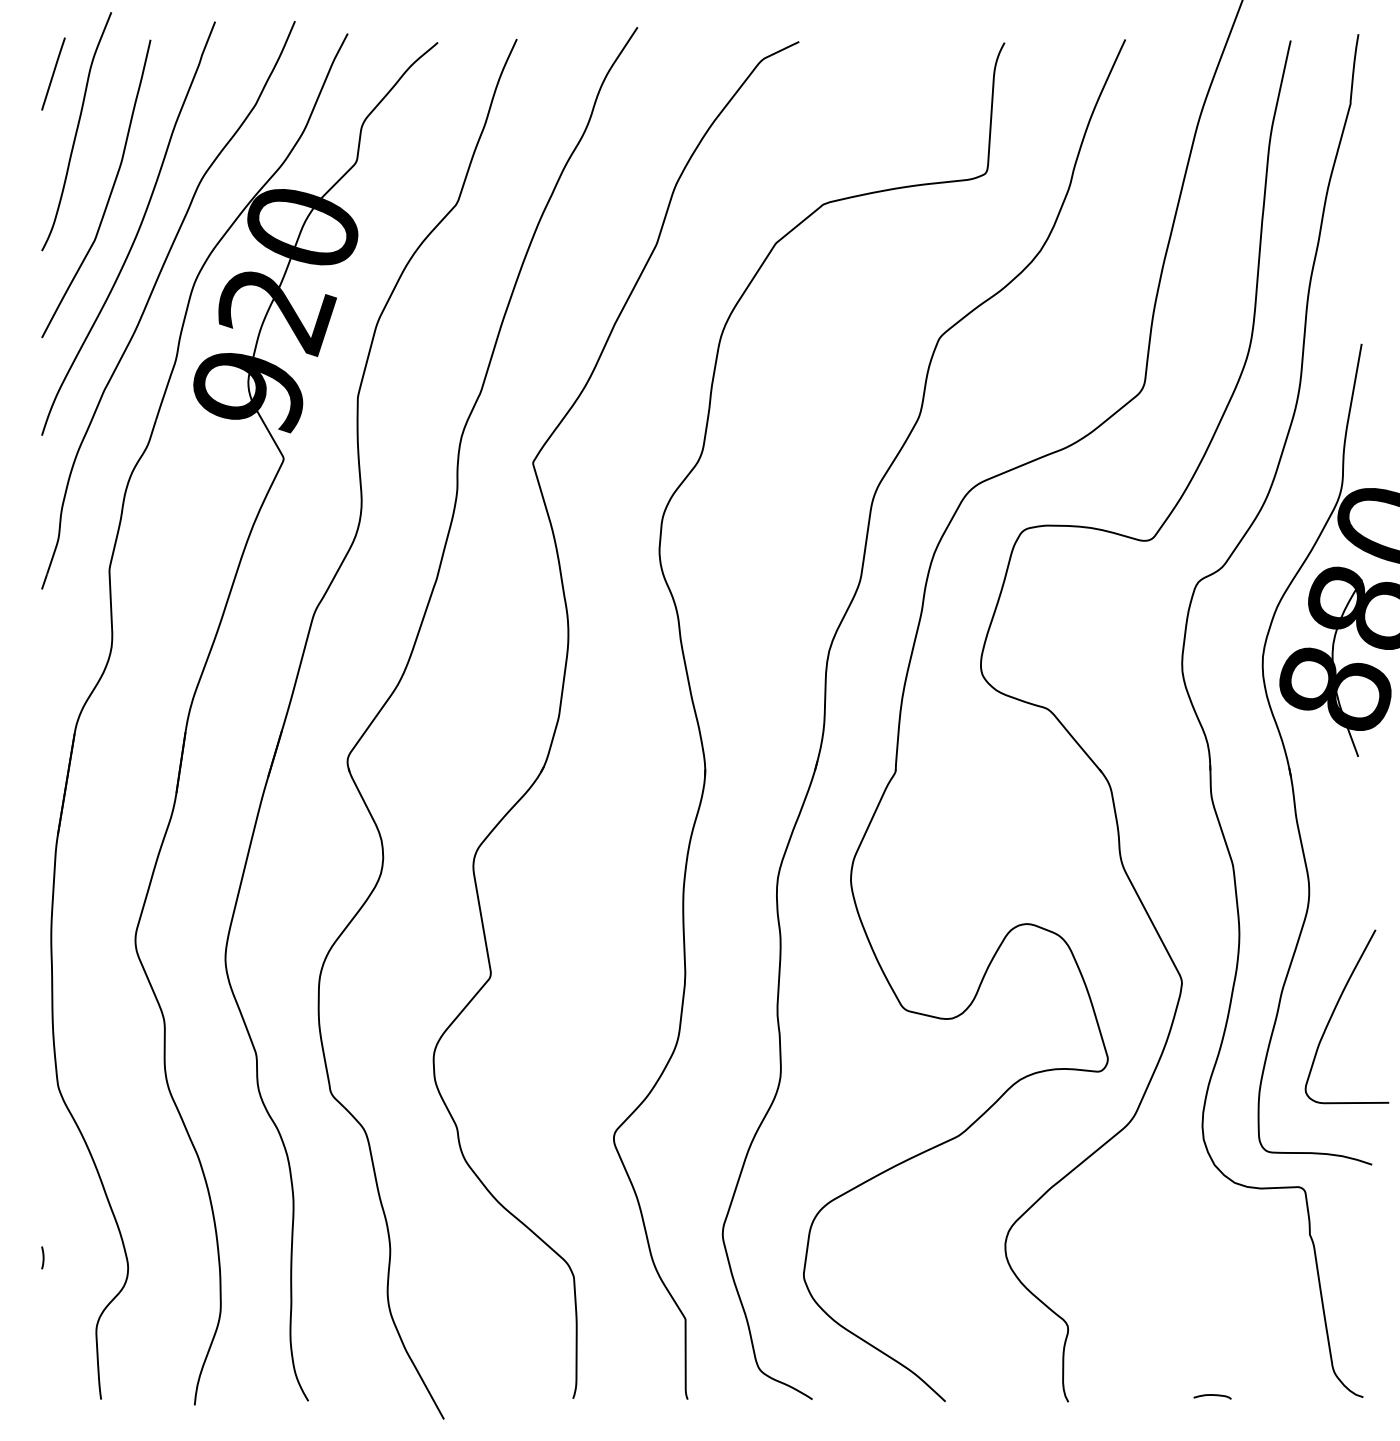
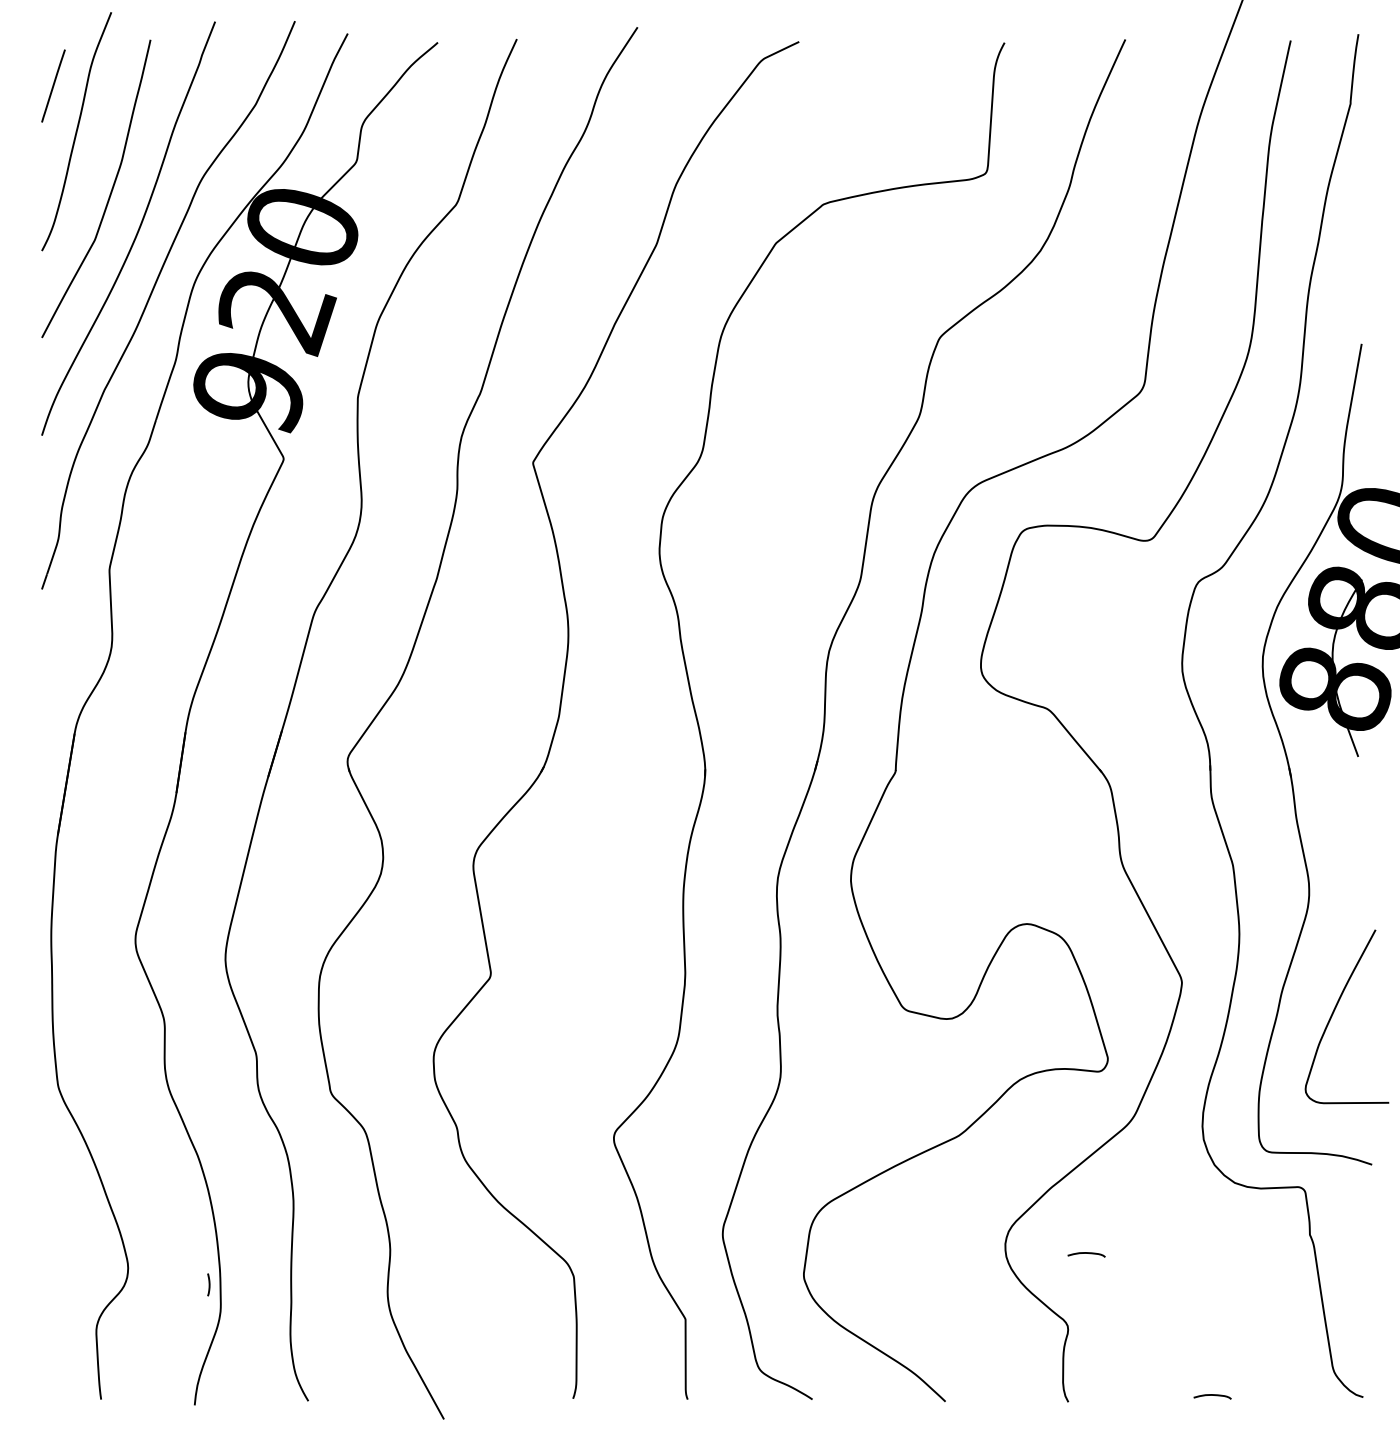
line at (53, 73) position: (53, 73) -> (53, 85)
curve at (1086, 1253): none -> present
line at (42, 1257) position: (42, 1257) -> (208, 1284)
